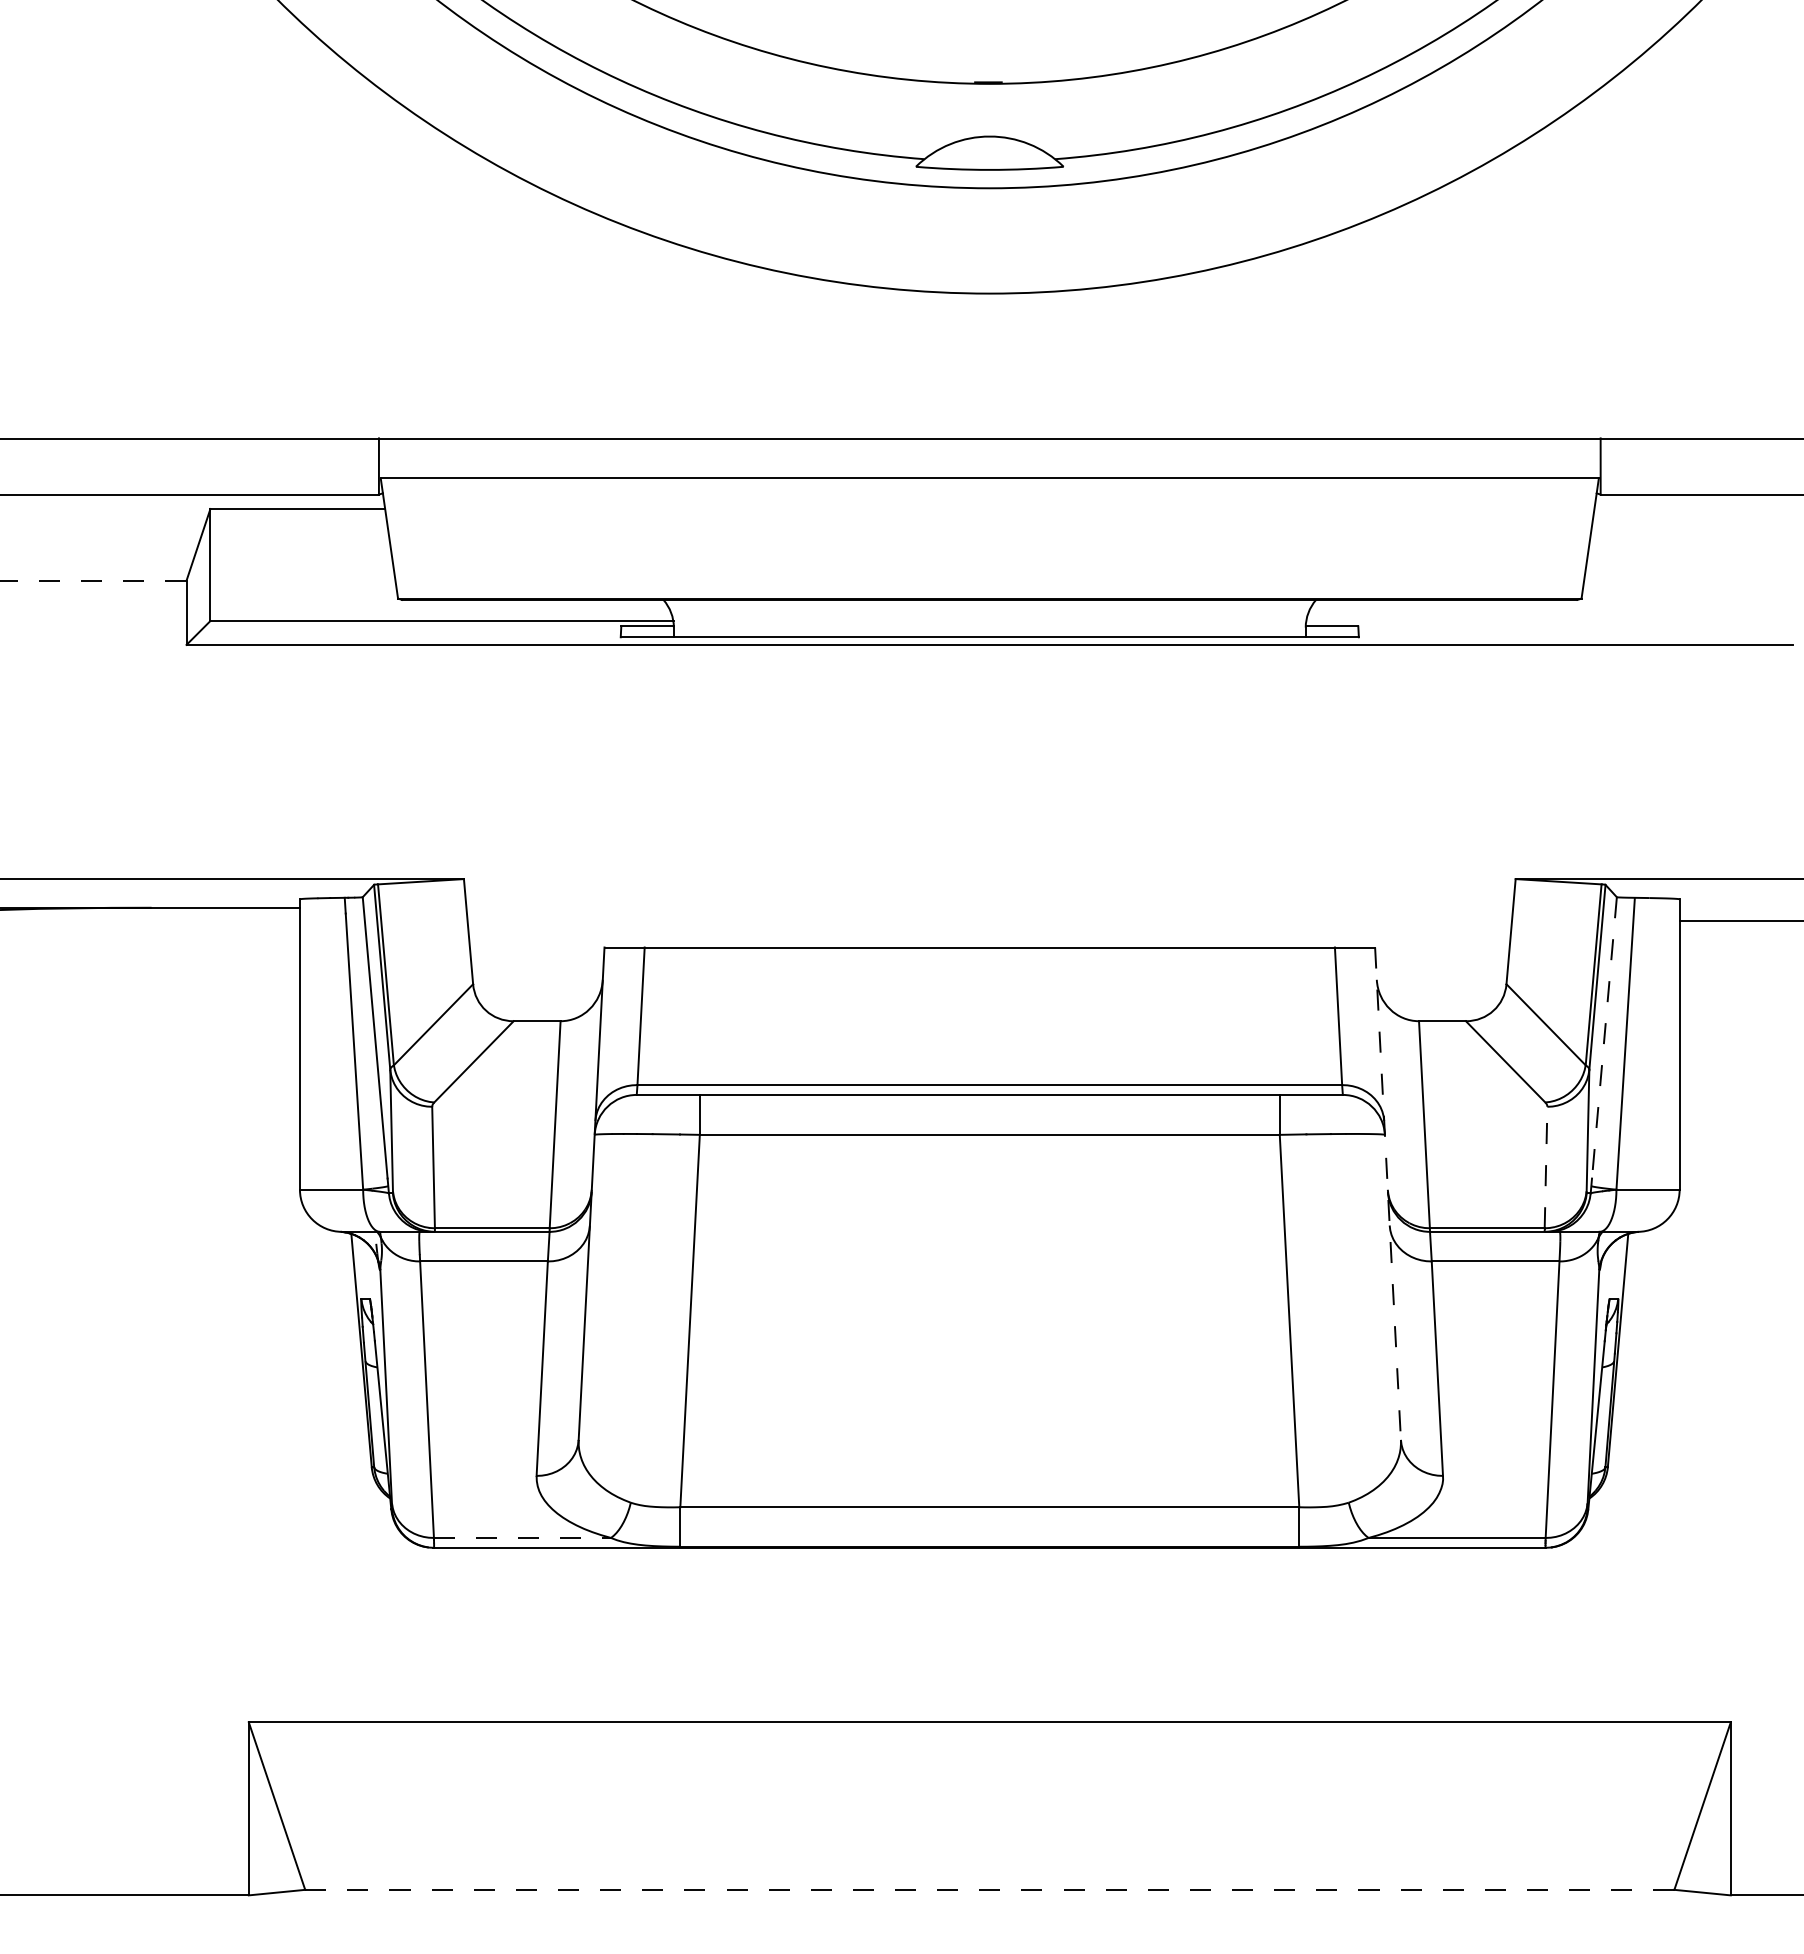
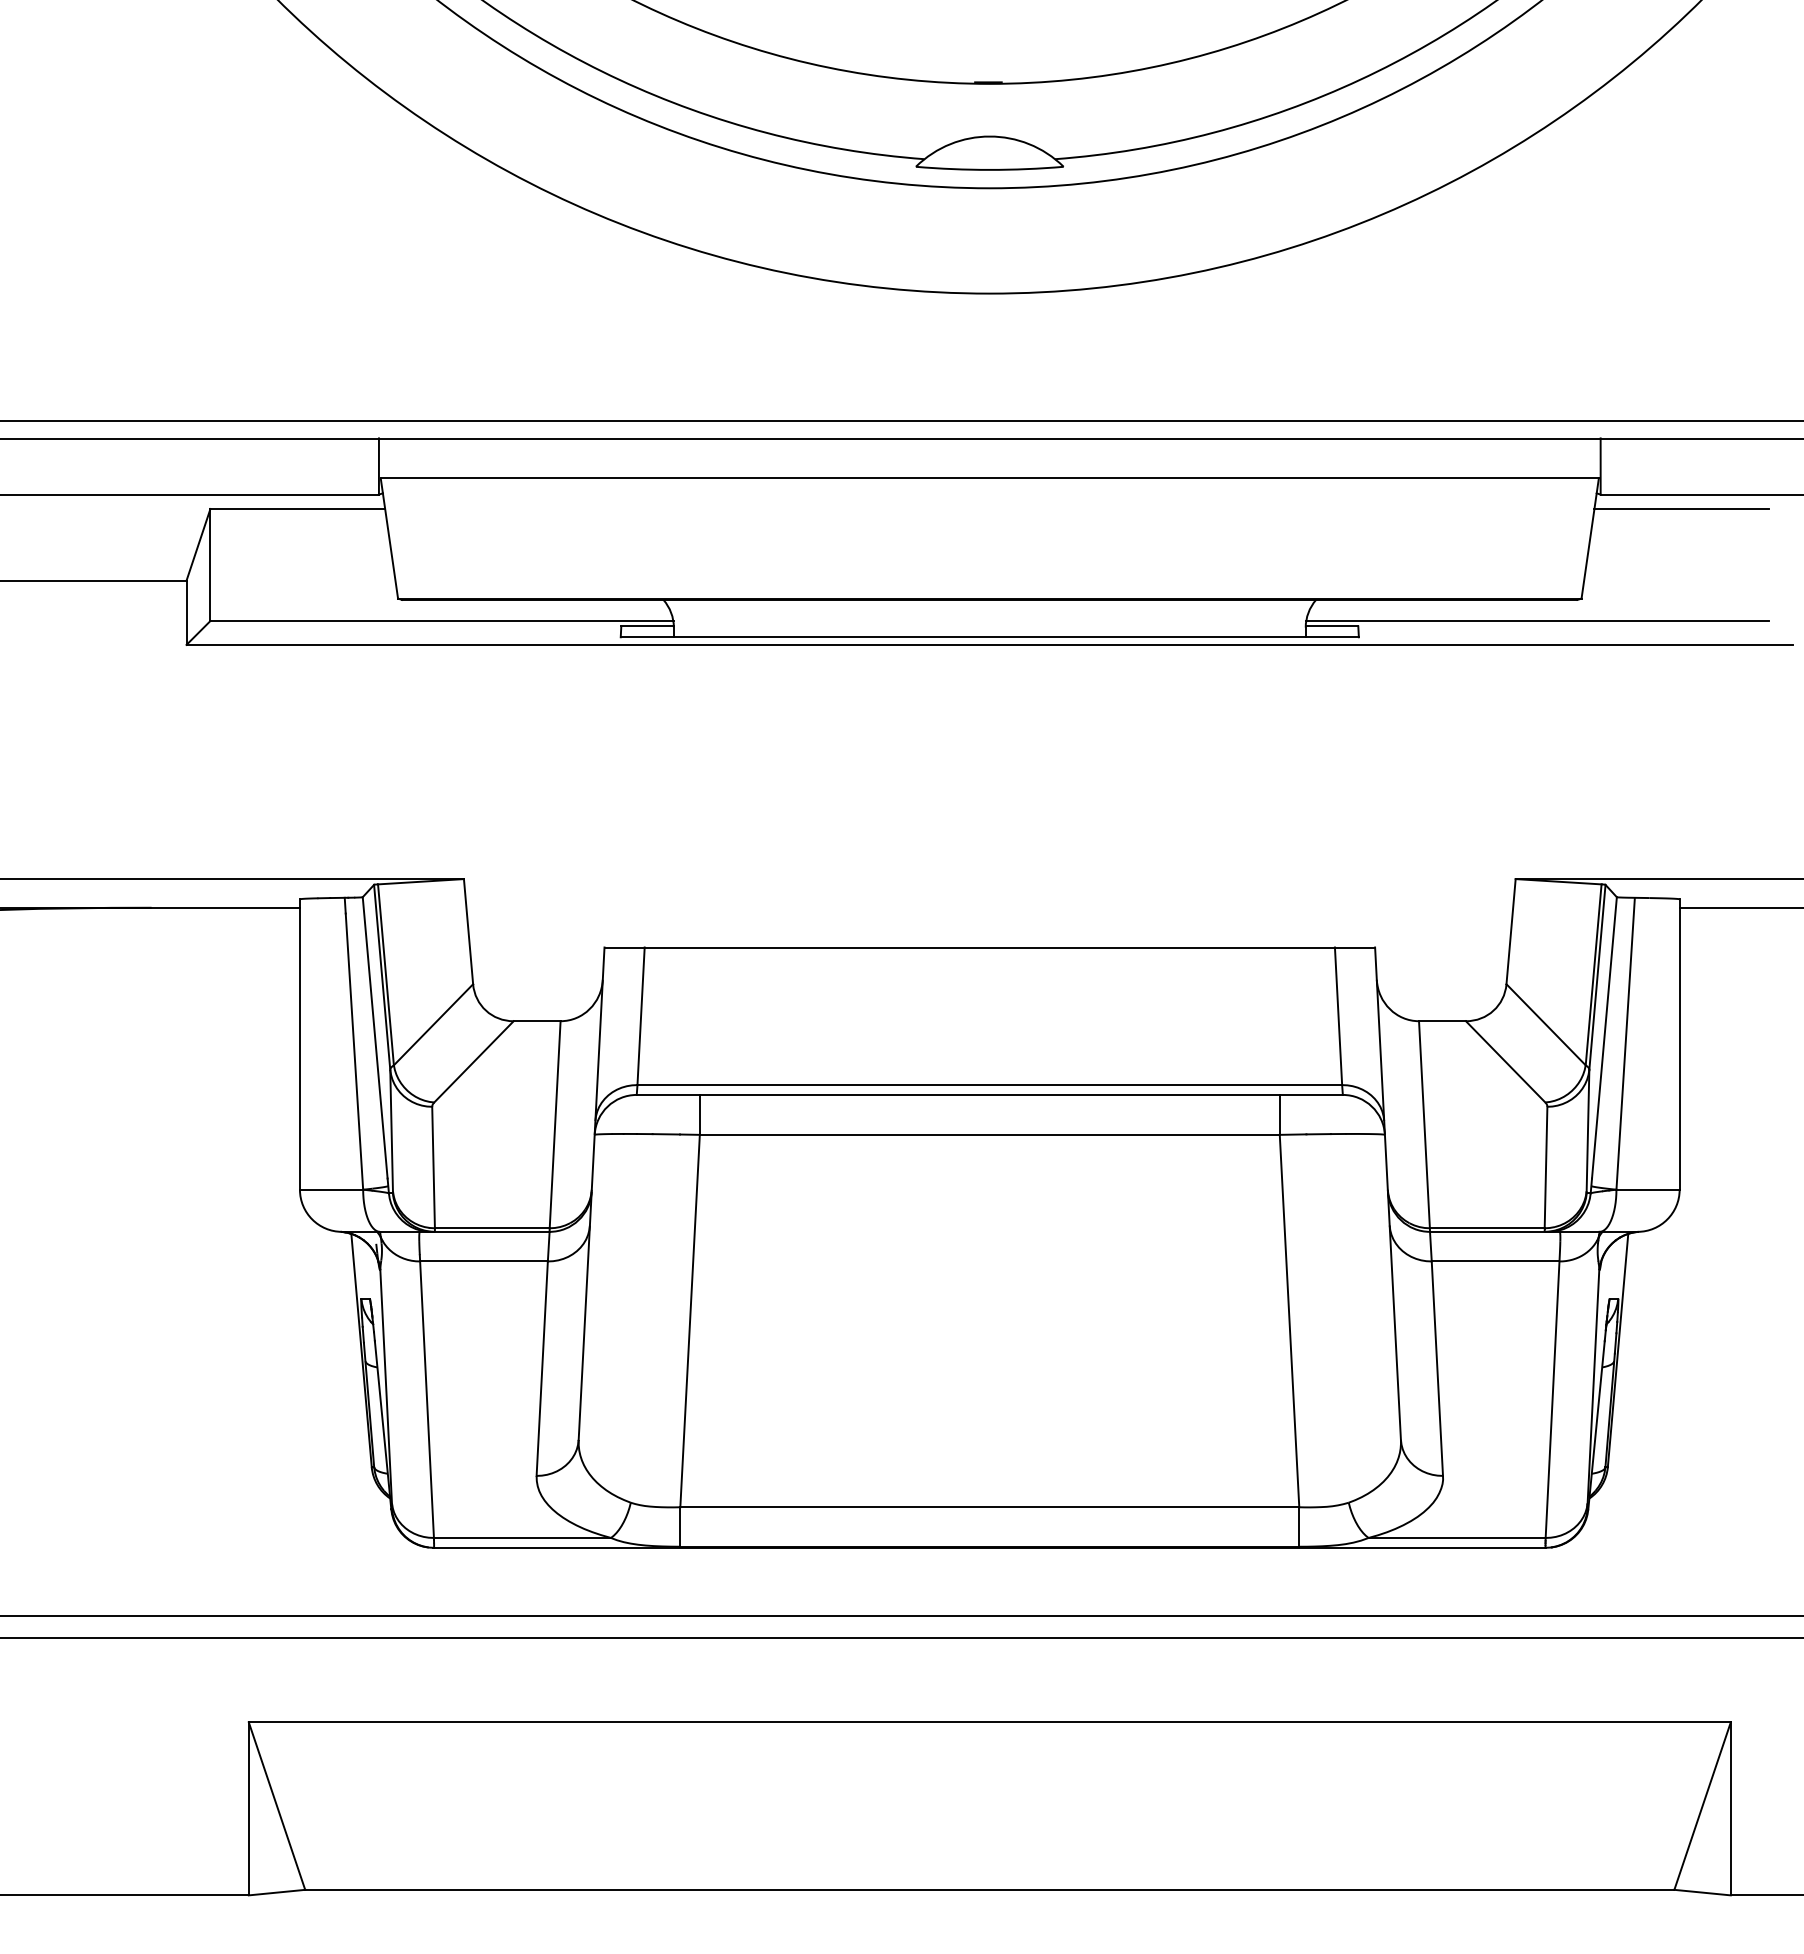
line at (901, 420): none -> present
line at (1681, 508): none -> present
line at (93, 580): dashed -> solid
line at (1537, 621): none -> present
line at (1739, 920) position: (1739, 920) -> (1739, 907)
line at (1604, 1038): dashed -> solid
line at (1546, 1167): dashed -> solid
line at (1388, 1193): dashed -> solid
line at (522, 1537): dashed -> solid
line at (901, 1615): none -> present
line at (901, 1638): none -> present
line at (989, 1889): dashed -> solid
